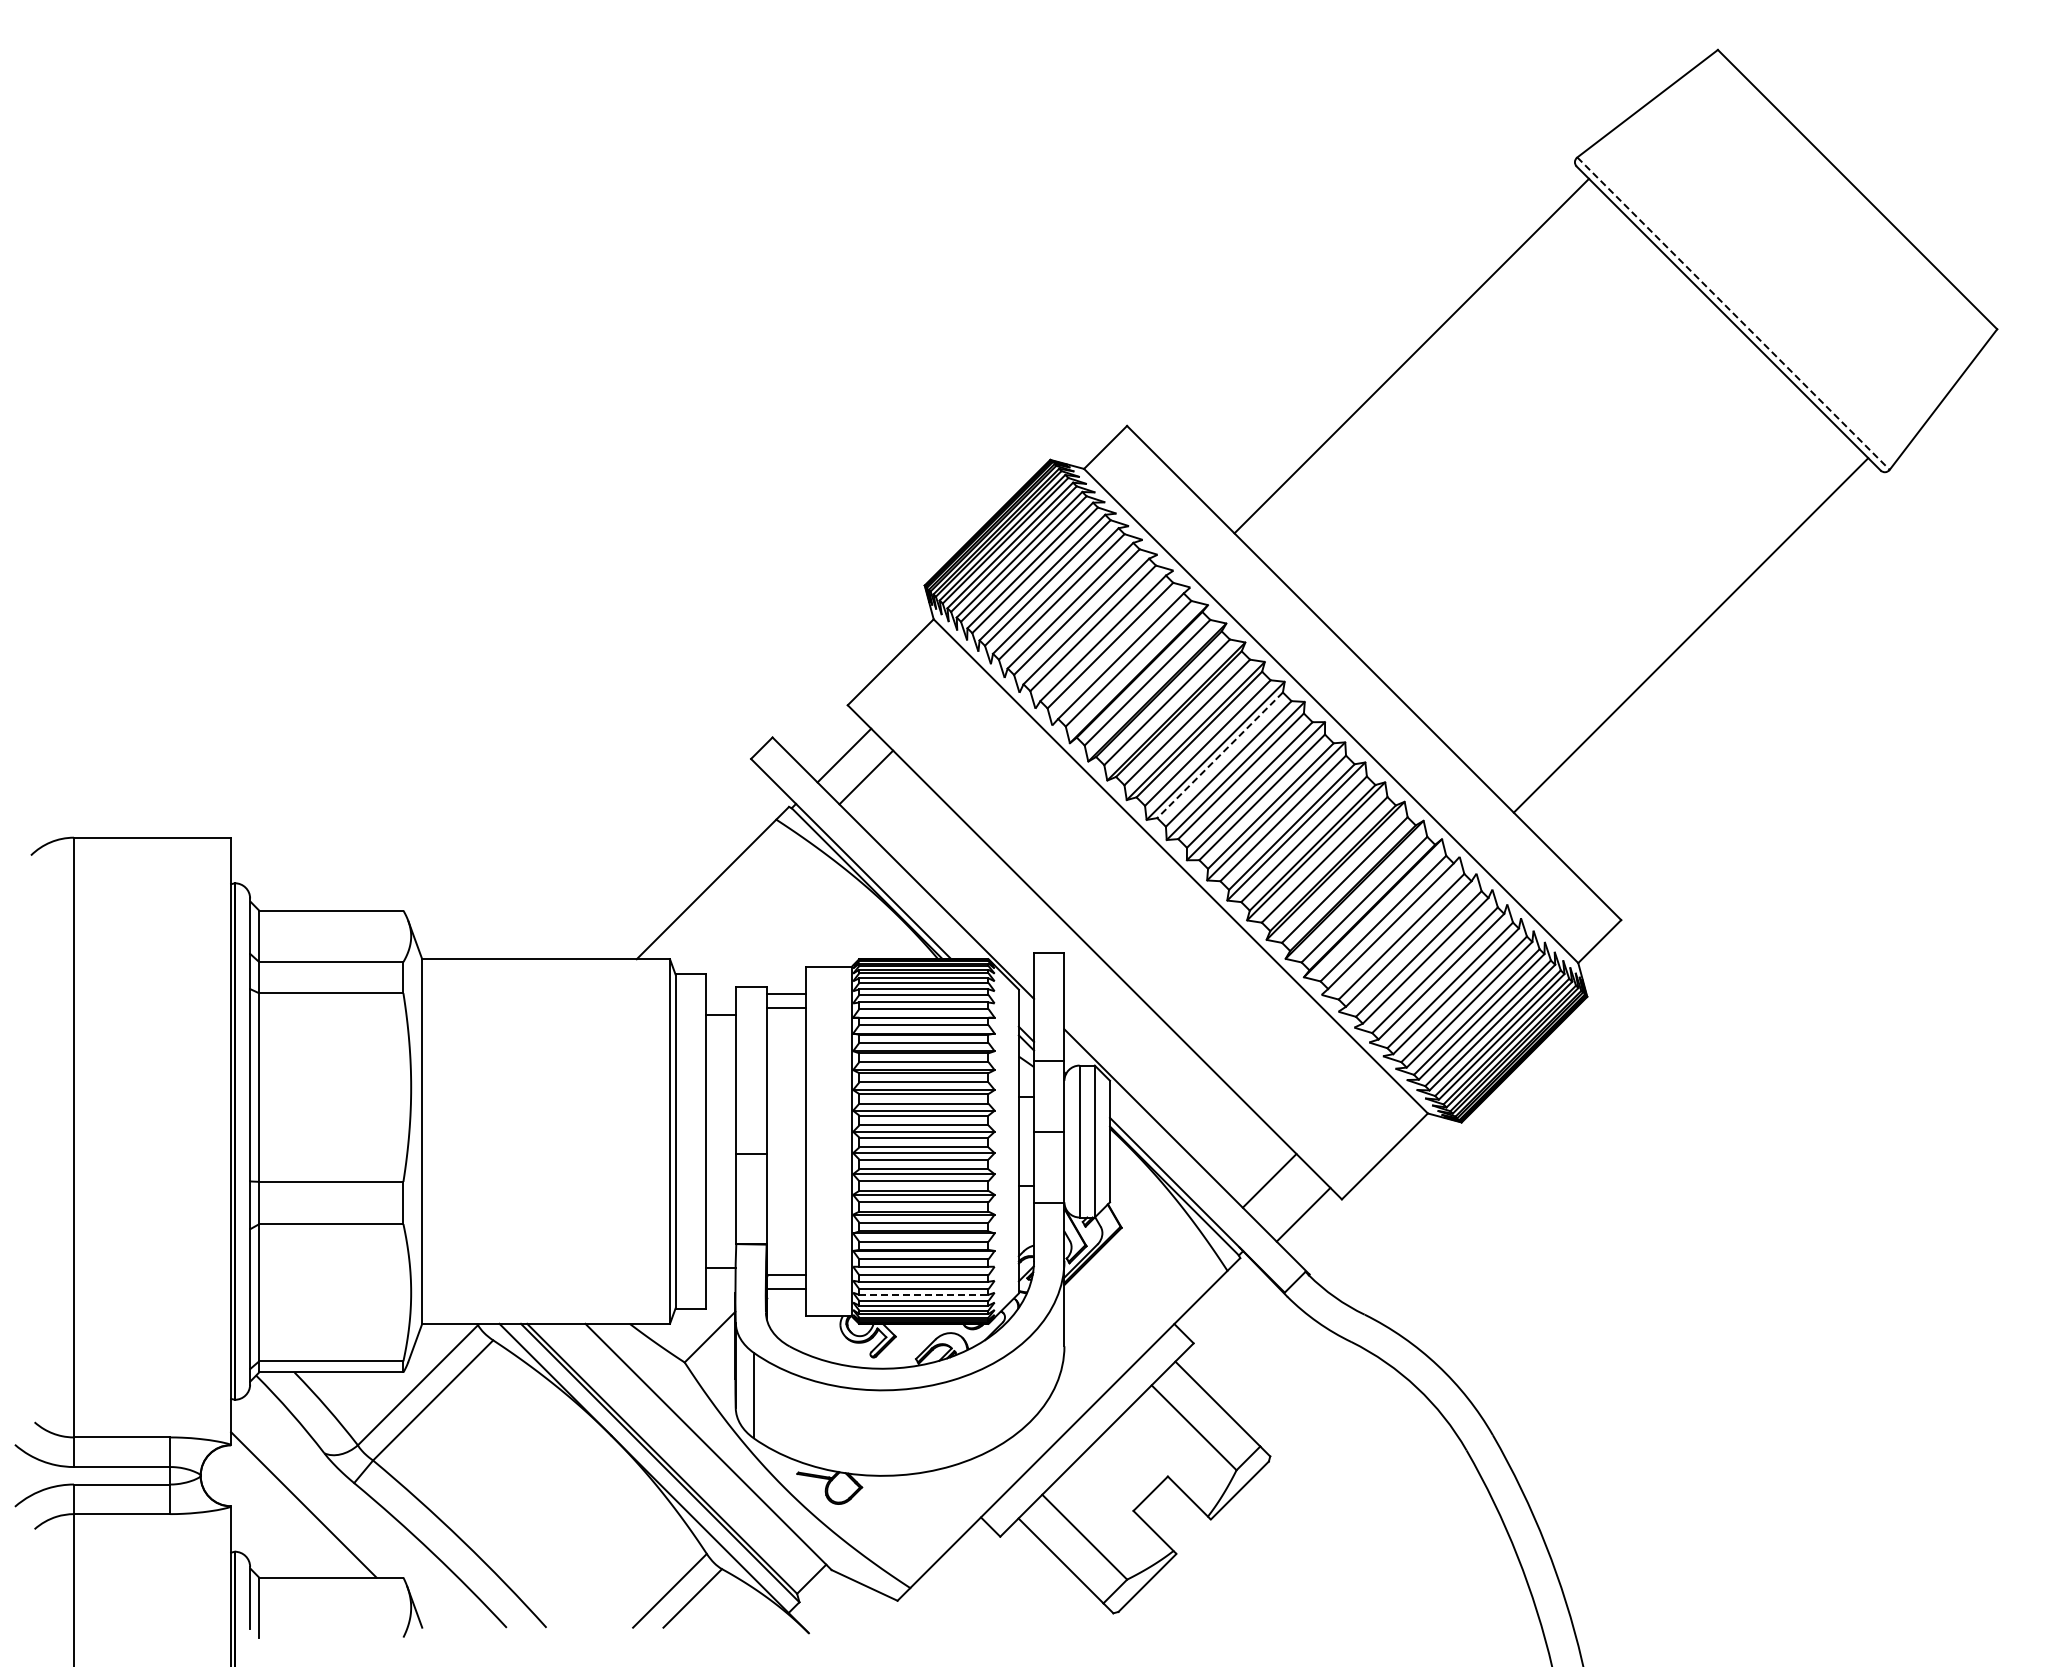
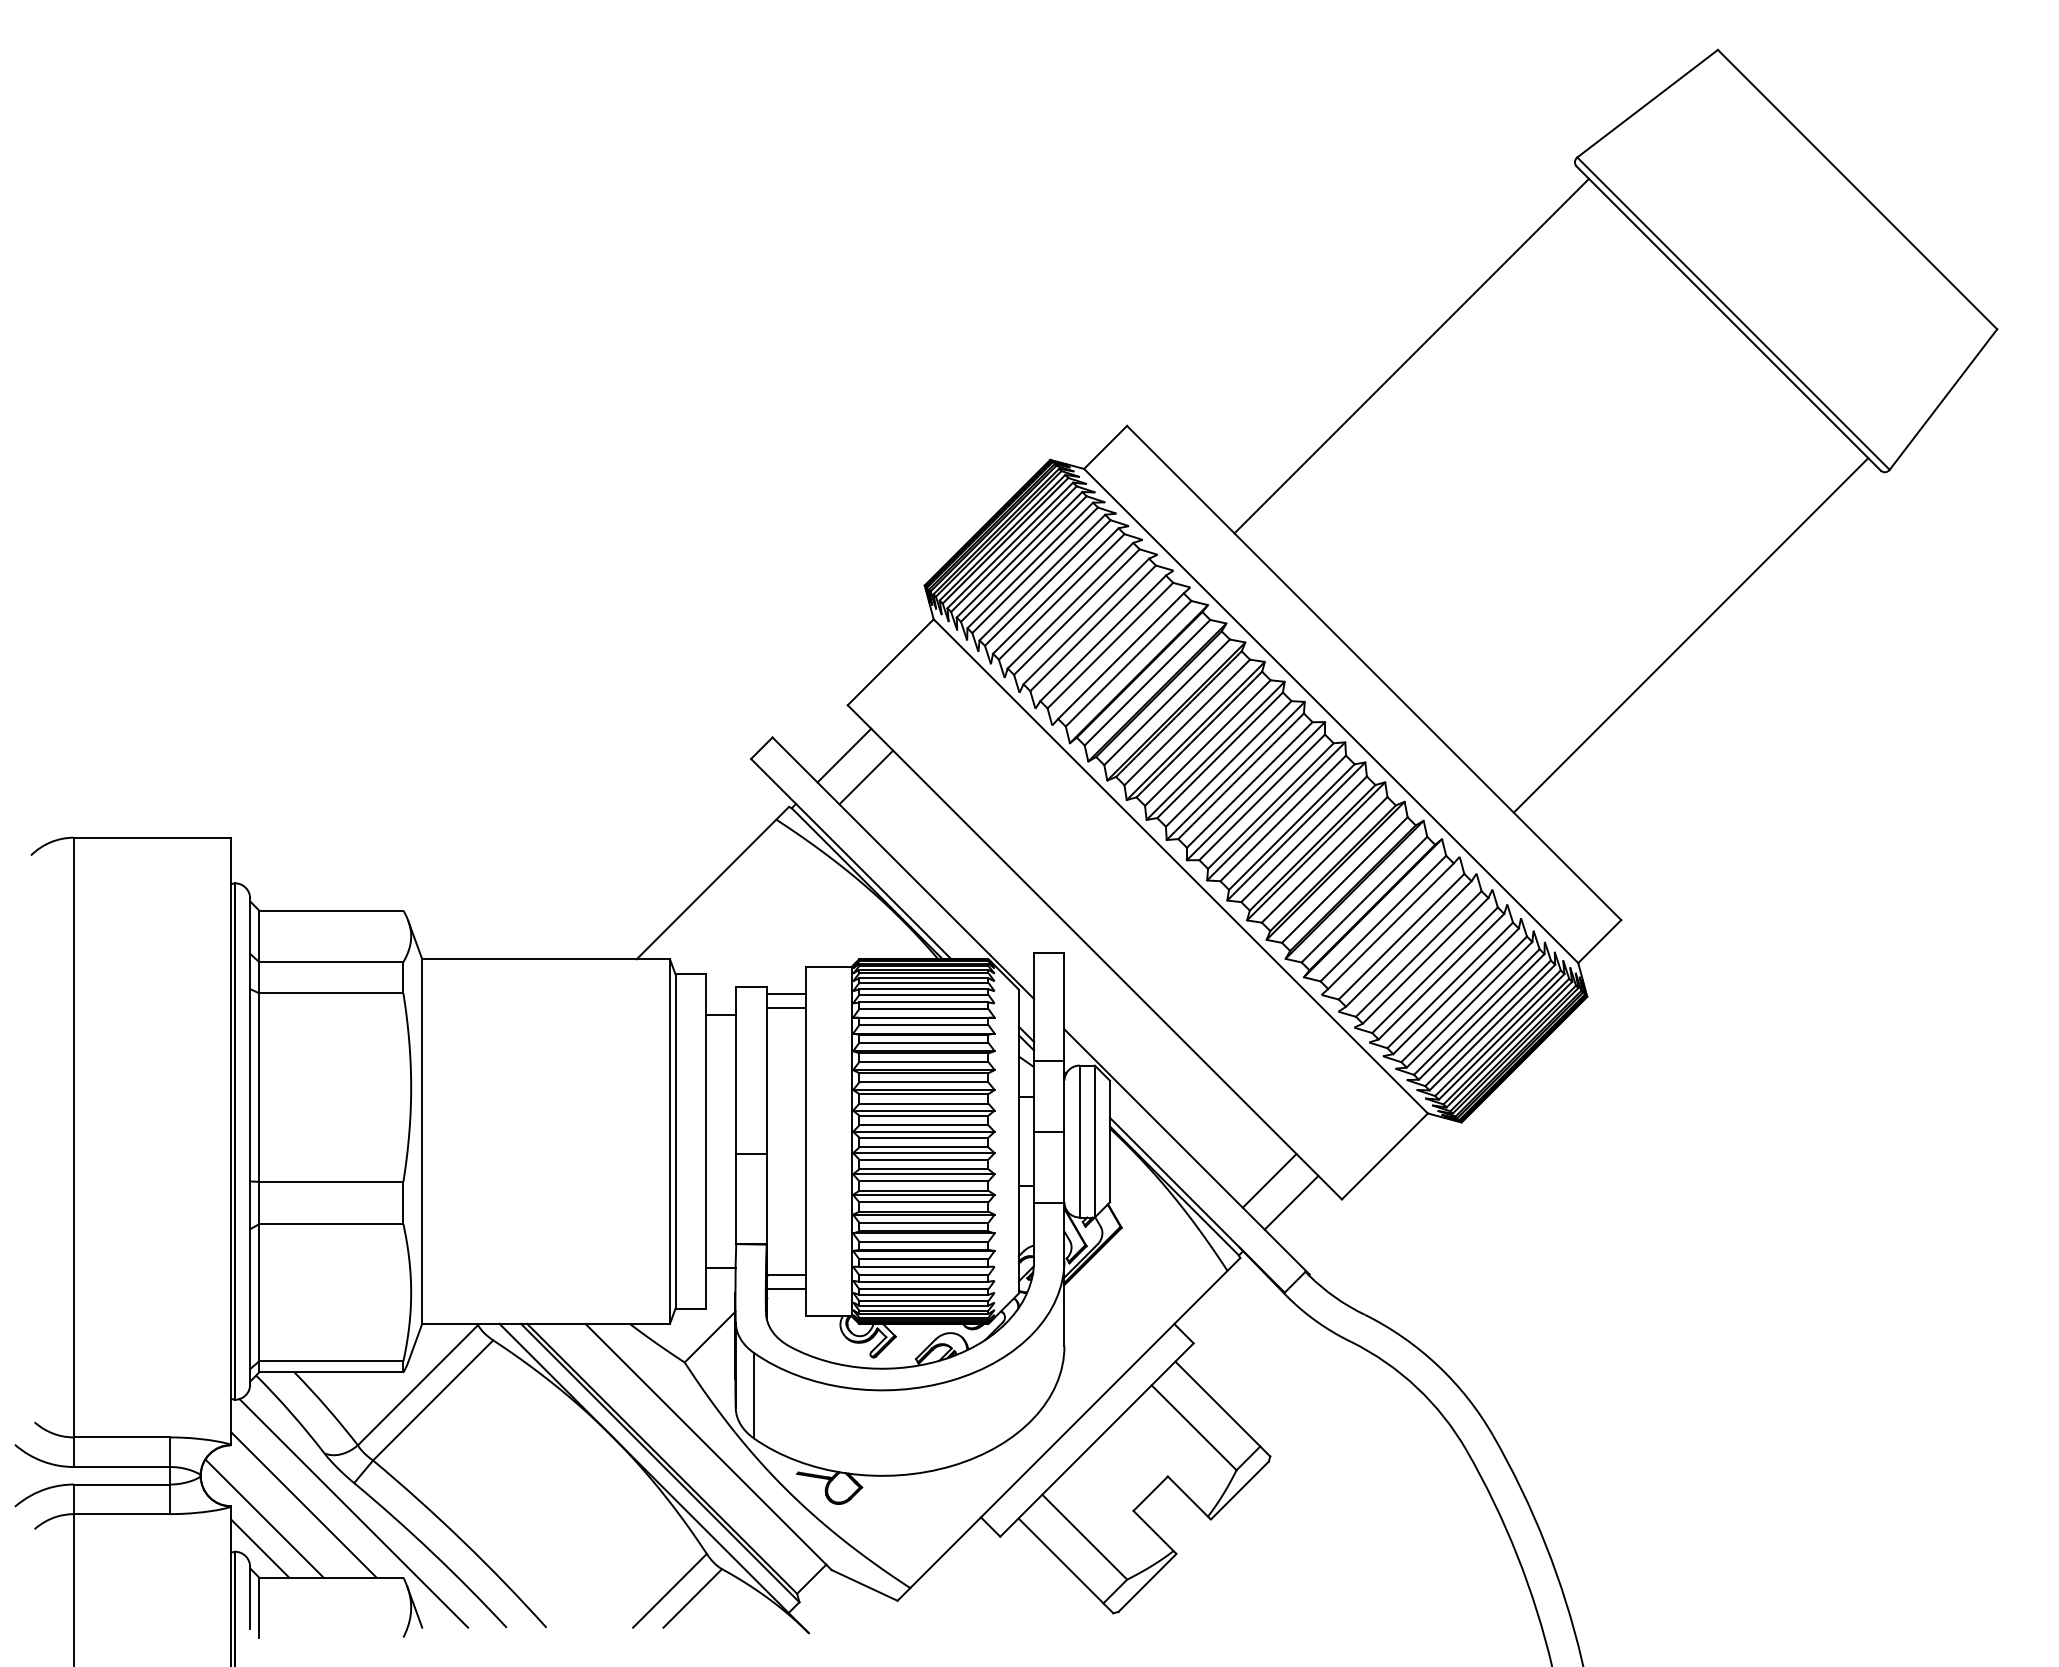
line at (1733, 313): dashed -> solid
line at (1220, 755): dashed -> solid
line at (1303, 1214) position: (1303, 1214) -> (1291, 1202)
line at (923, 1294): dashed -> solid
line at (353, 1513): none -> present
line at (264, 1518): none -> present
line at (260, 1548): none -> present
